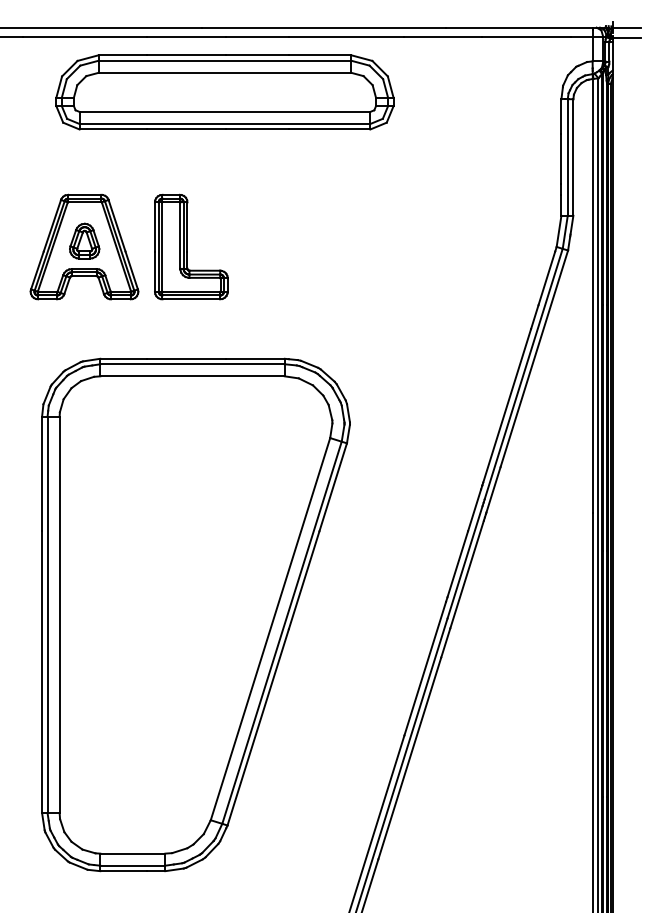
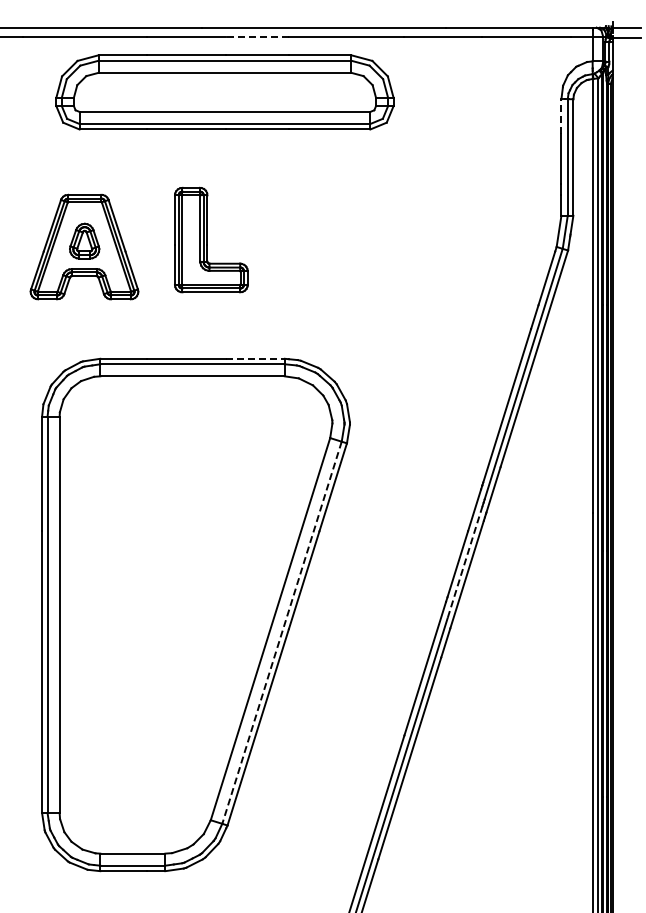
line at (257, 37): solid -> dashed
line at (561, 116): solid -> dashed
part at (191, 246) position: (191, 246) -> (211, 239)
line at (256, 358): solid -> dashed
line at (465, 562): solid -> dashed
line at (281, 633): solid -> dashed
